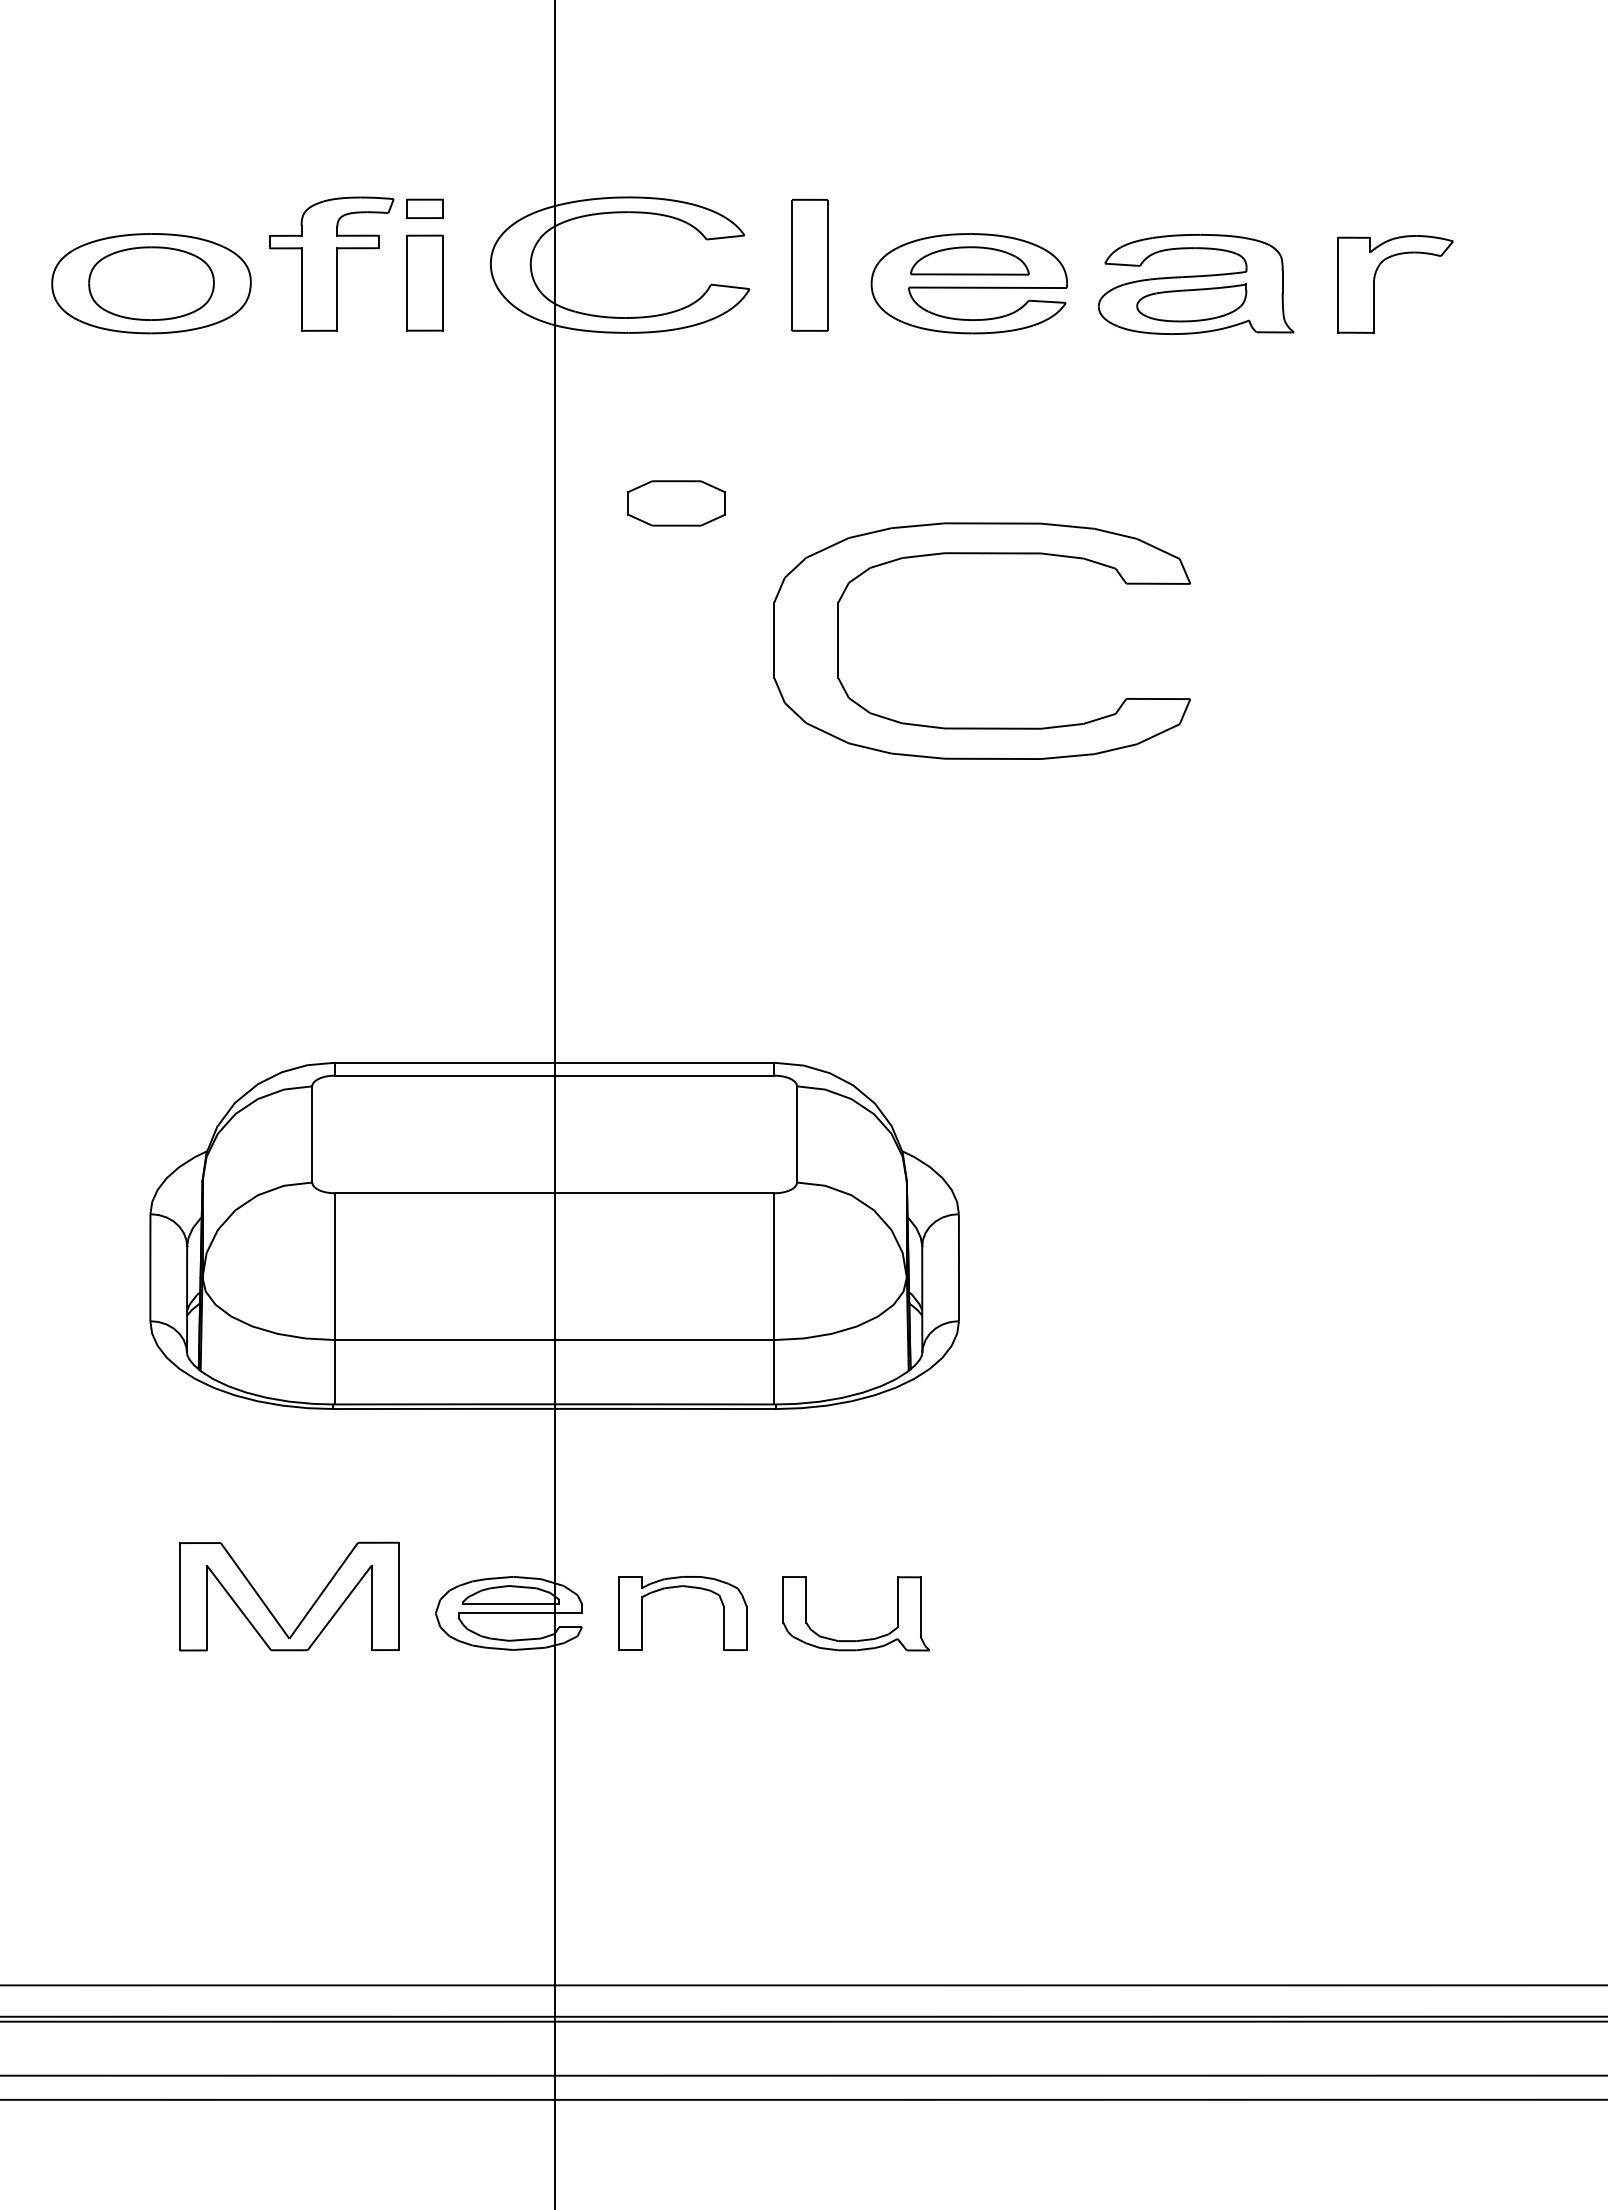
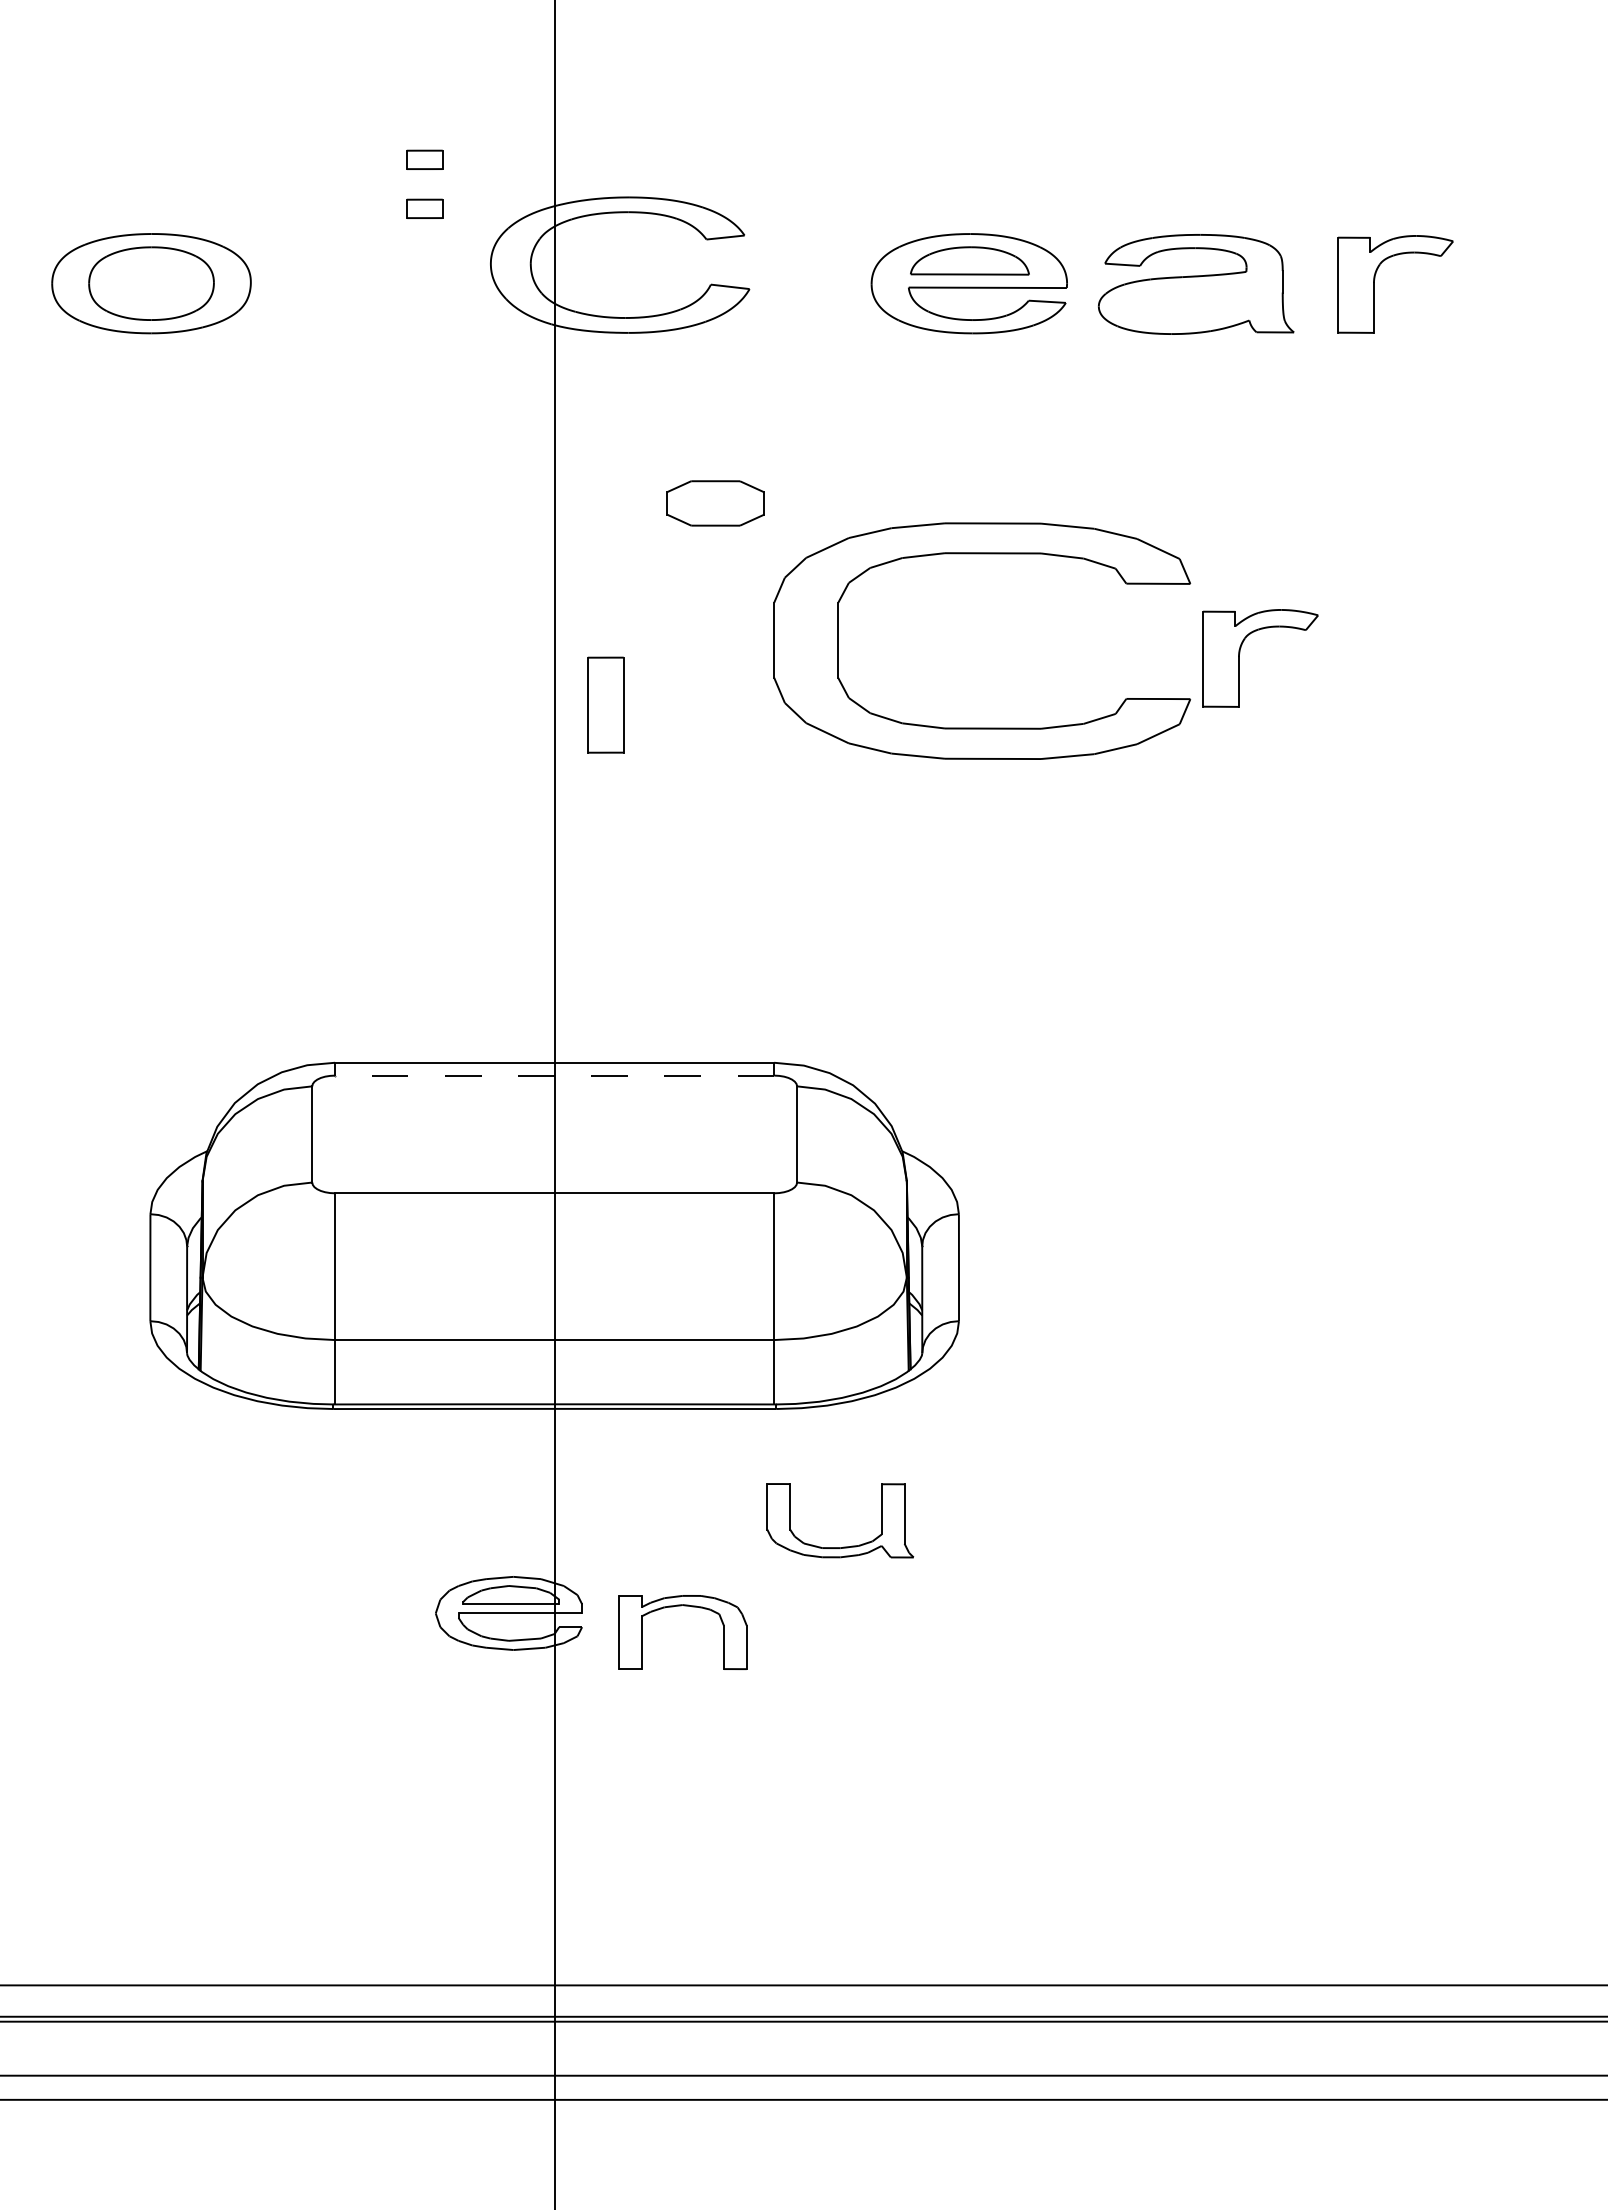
part at (424, 159): none -> present
part at (331, 263): present -> none
part at (809, 264): present -> none
part at (424, 282) position: (424, 282) -> (605, 704)
part at (1191, 302): present -> none
part at (676, 503) position: (676, 503) -> (715, 503)
part at (1240, 653): none -> present
line at (554, 1075): solid -> dashed
part at (681, 1587) position: (681, 1587) -> (681, 1606)
part at (309, 1608): present -> none
part at (859, 1639) position: (859, 1639) -> (843, 1546)
